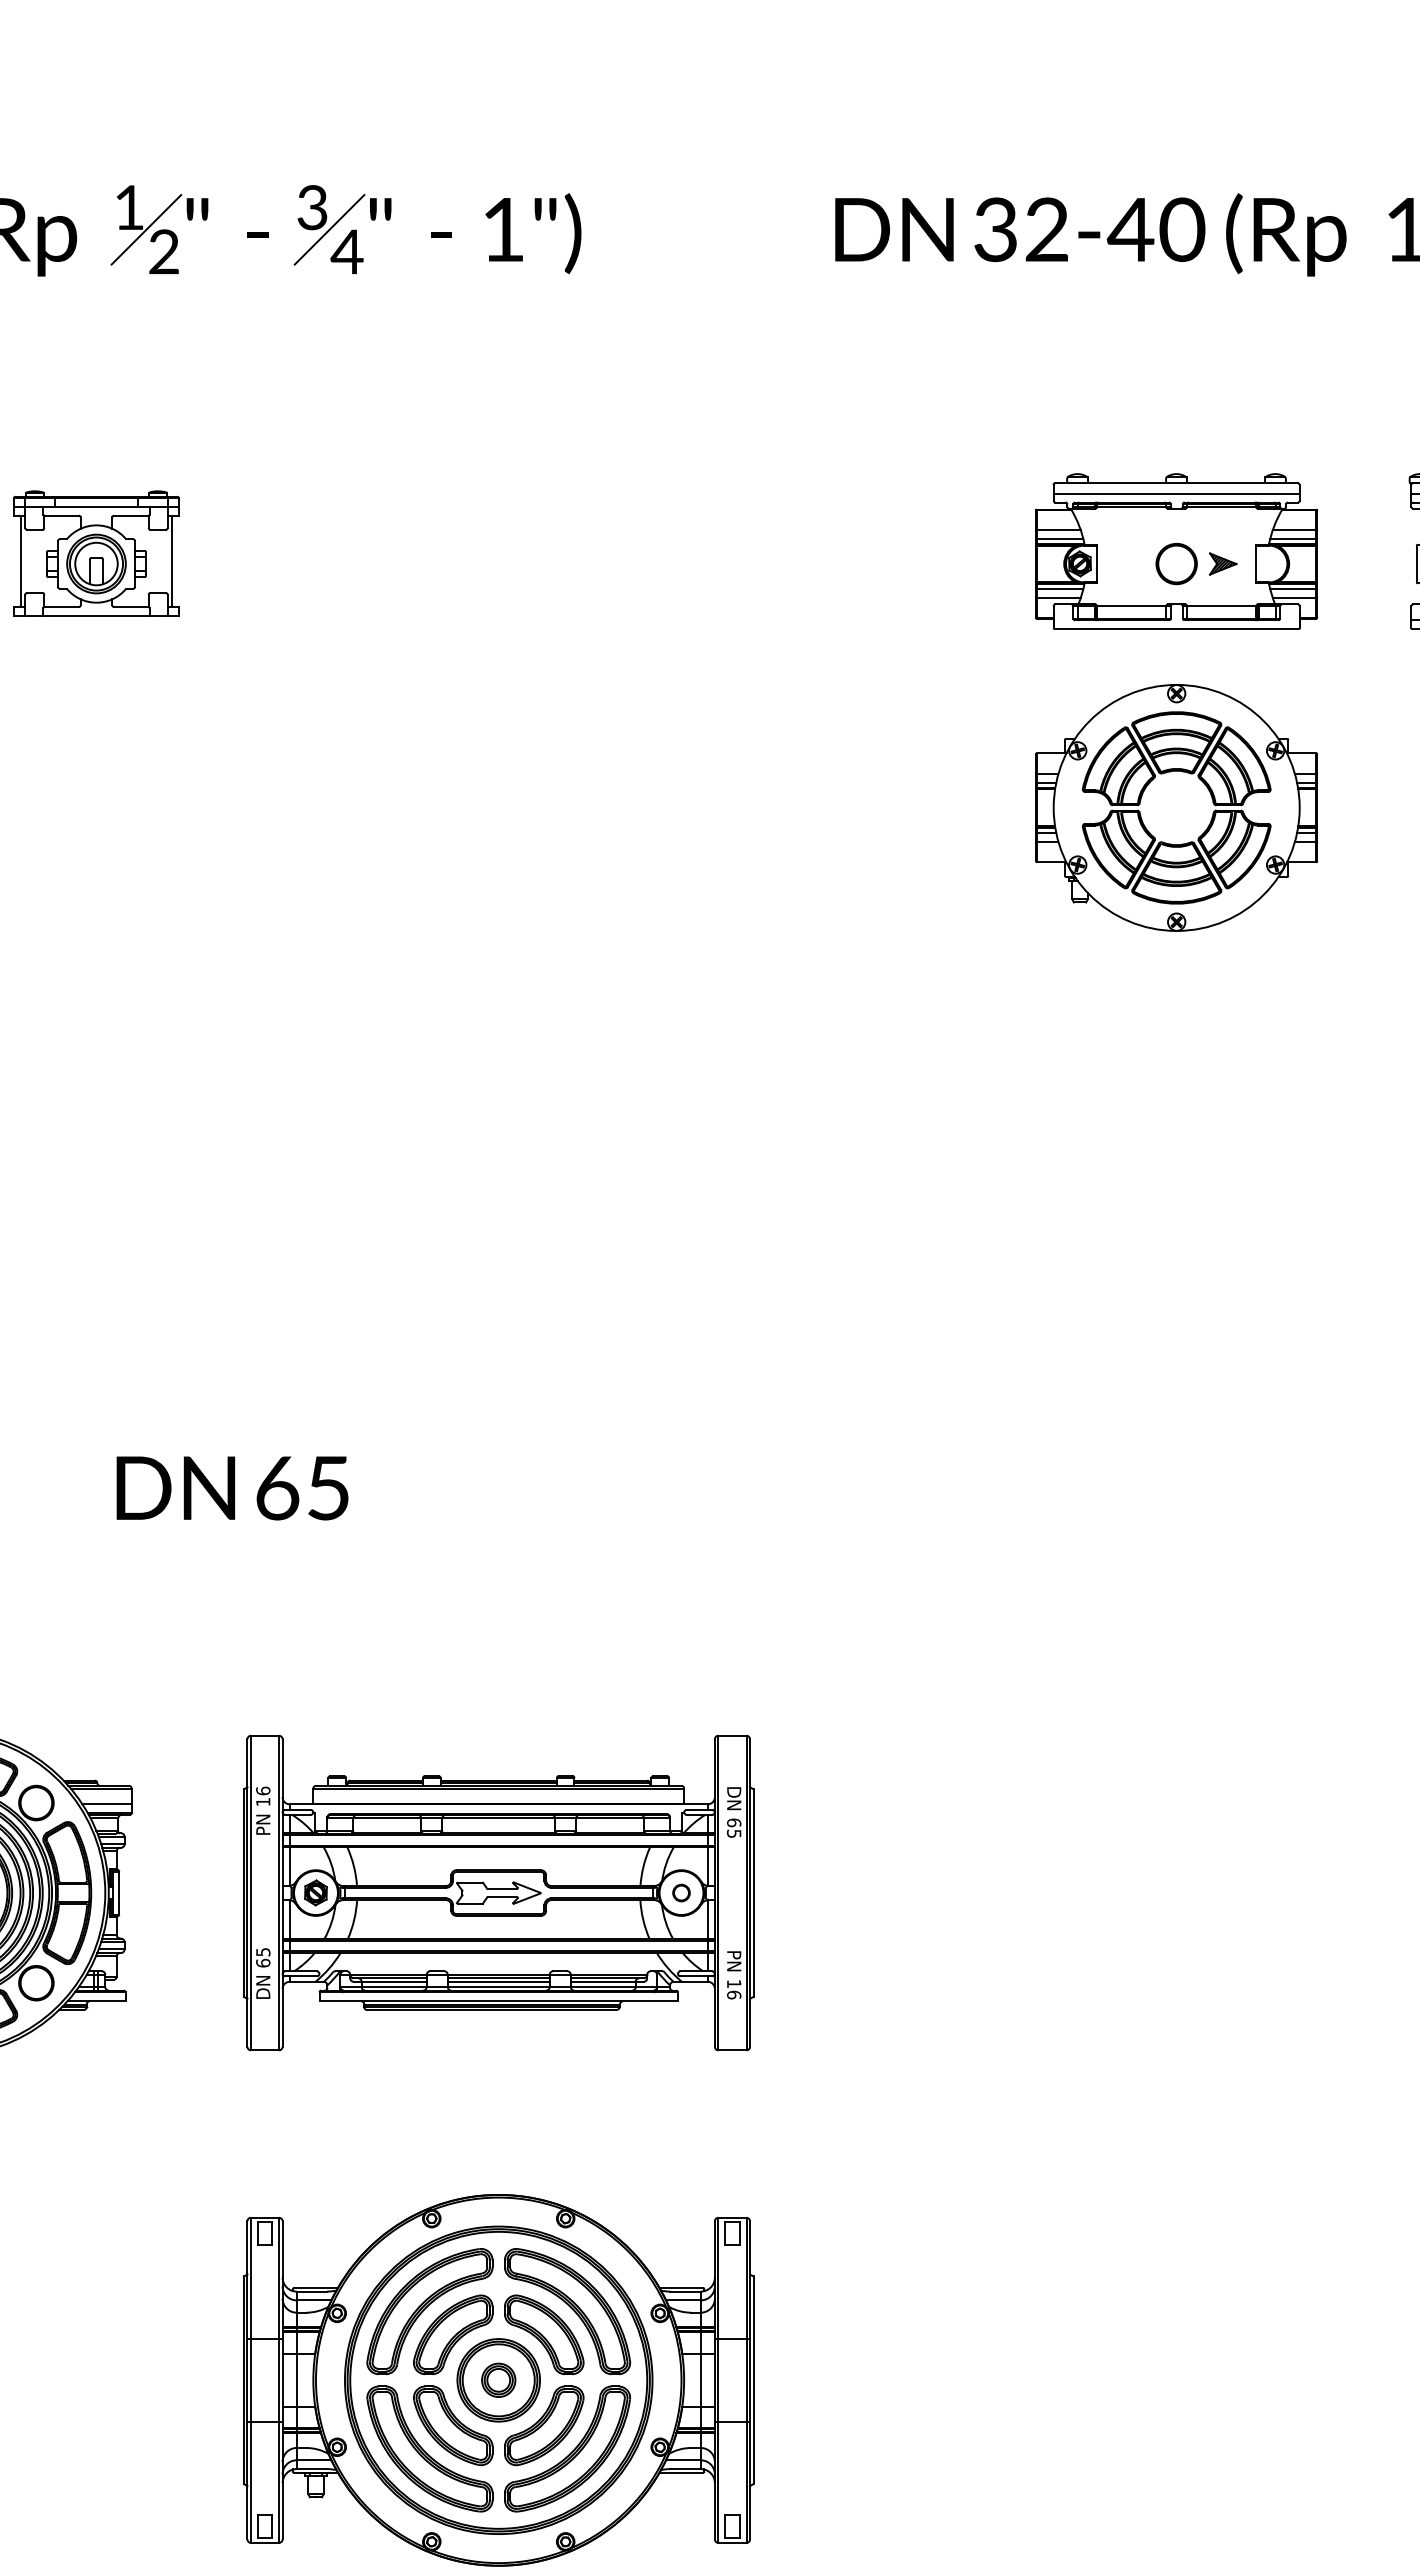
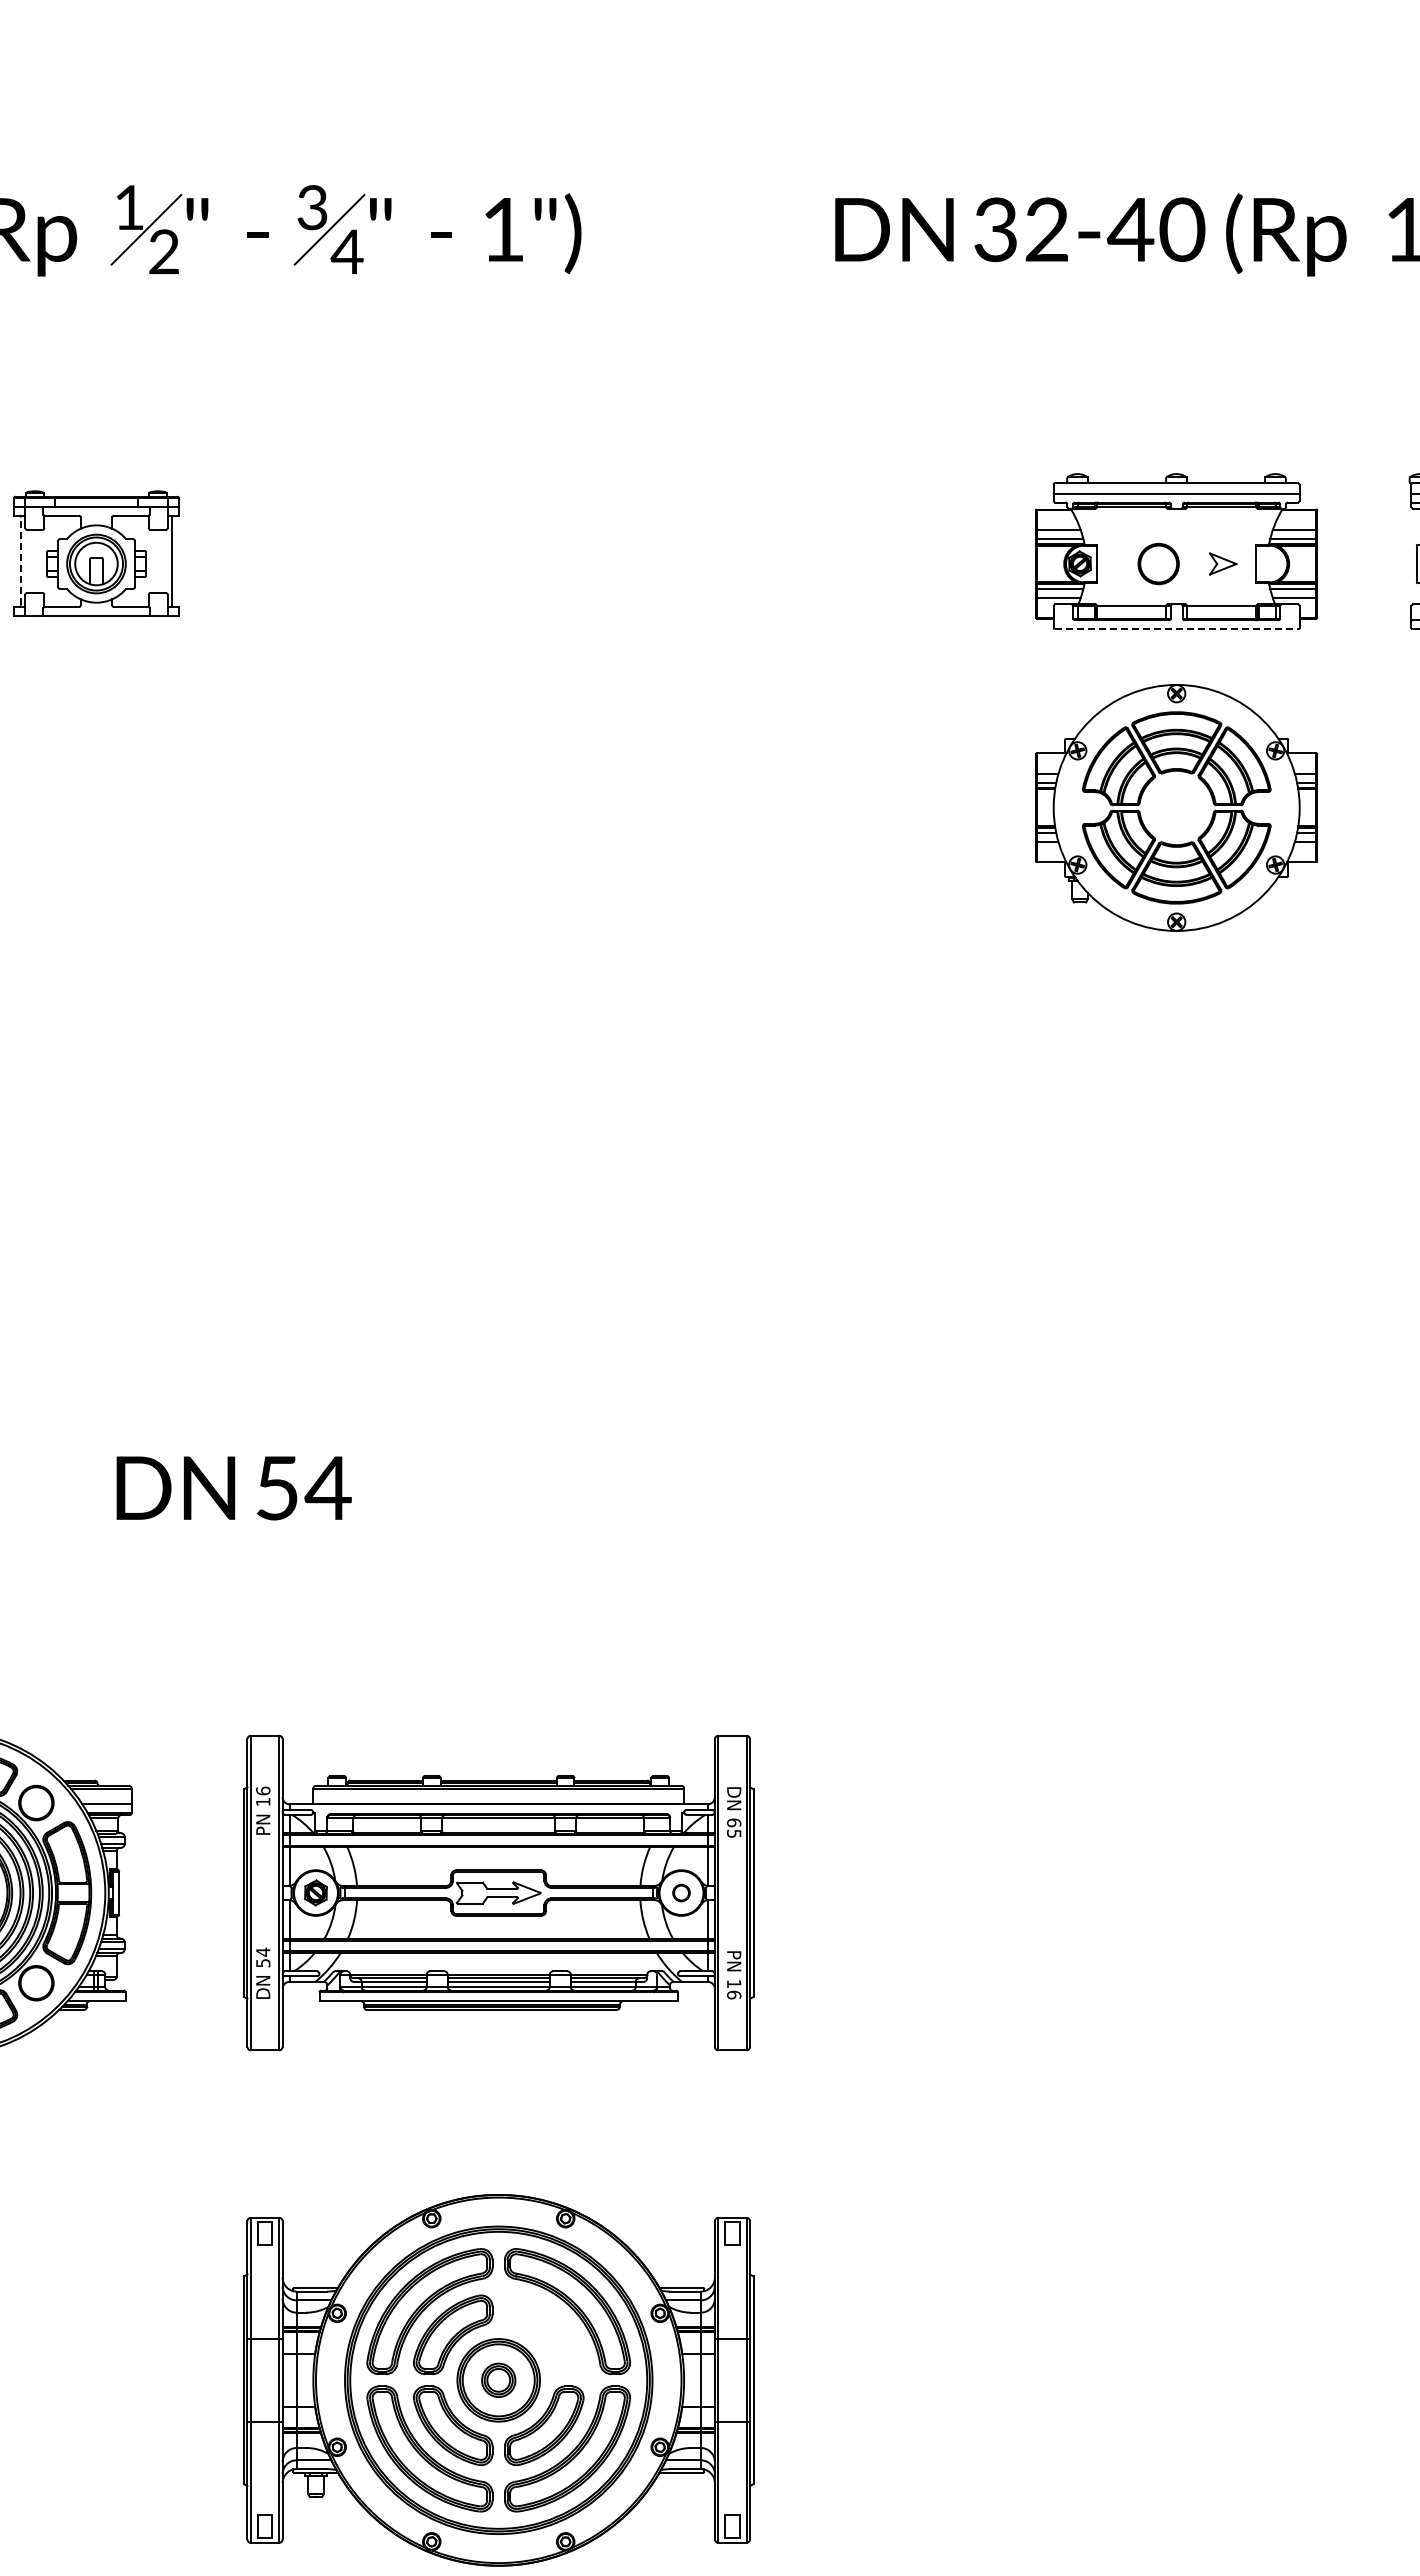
line at (20, 561): solid -> dashed
hatch at (1222, 563): present -> none
part at (1176, 564) position: (1176, 564) -> (1158, 564)
line at (1177, 629): solid -> dashed
text at (303, 1488): 65 -> 54
text at (263, 1957): 65 -> 54
part at (544, 2334): present -> none
